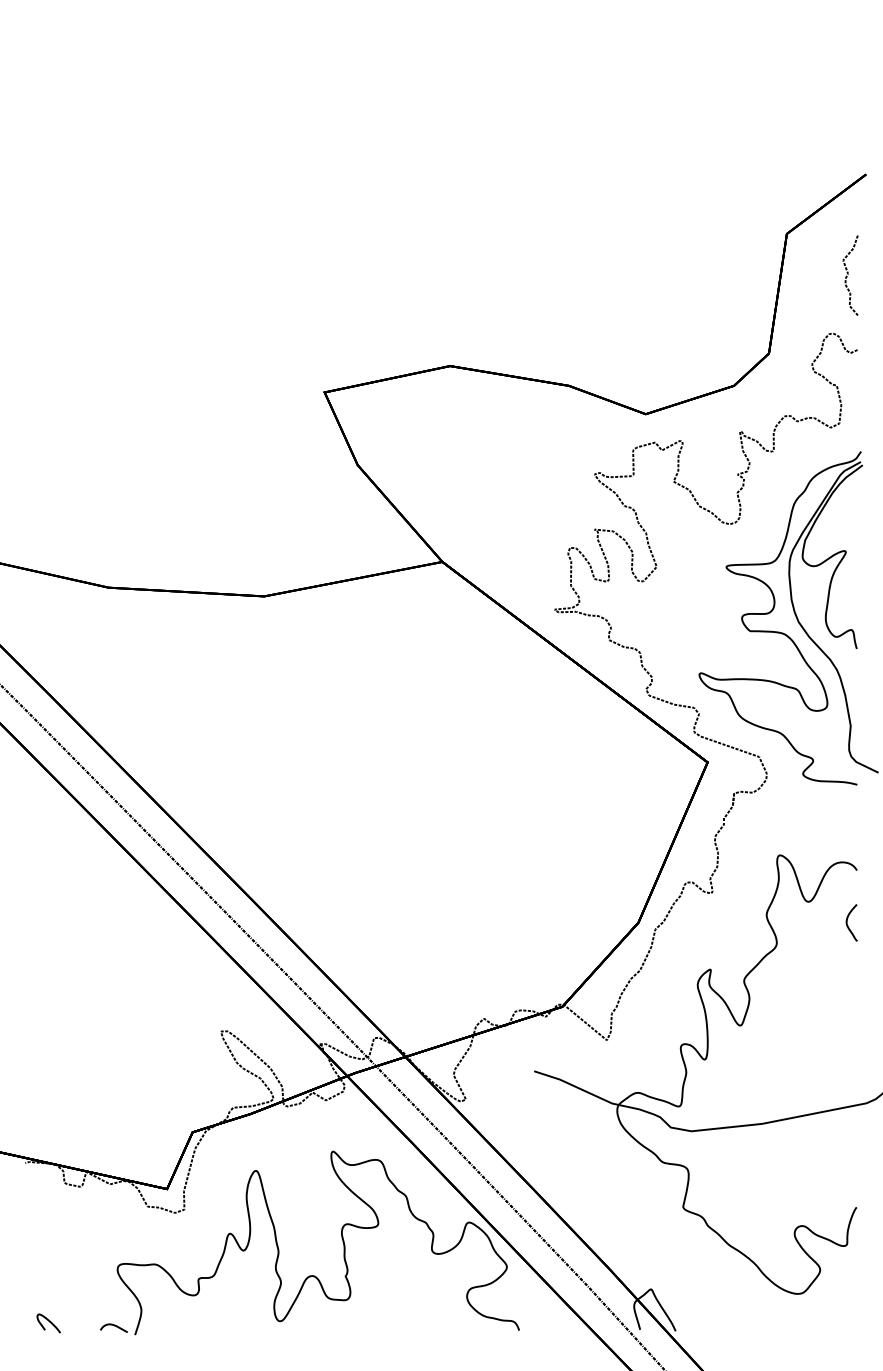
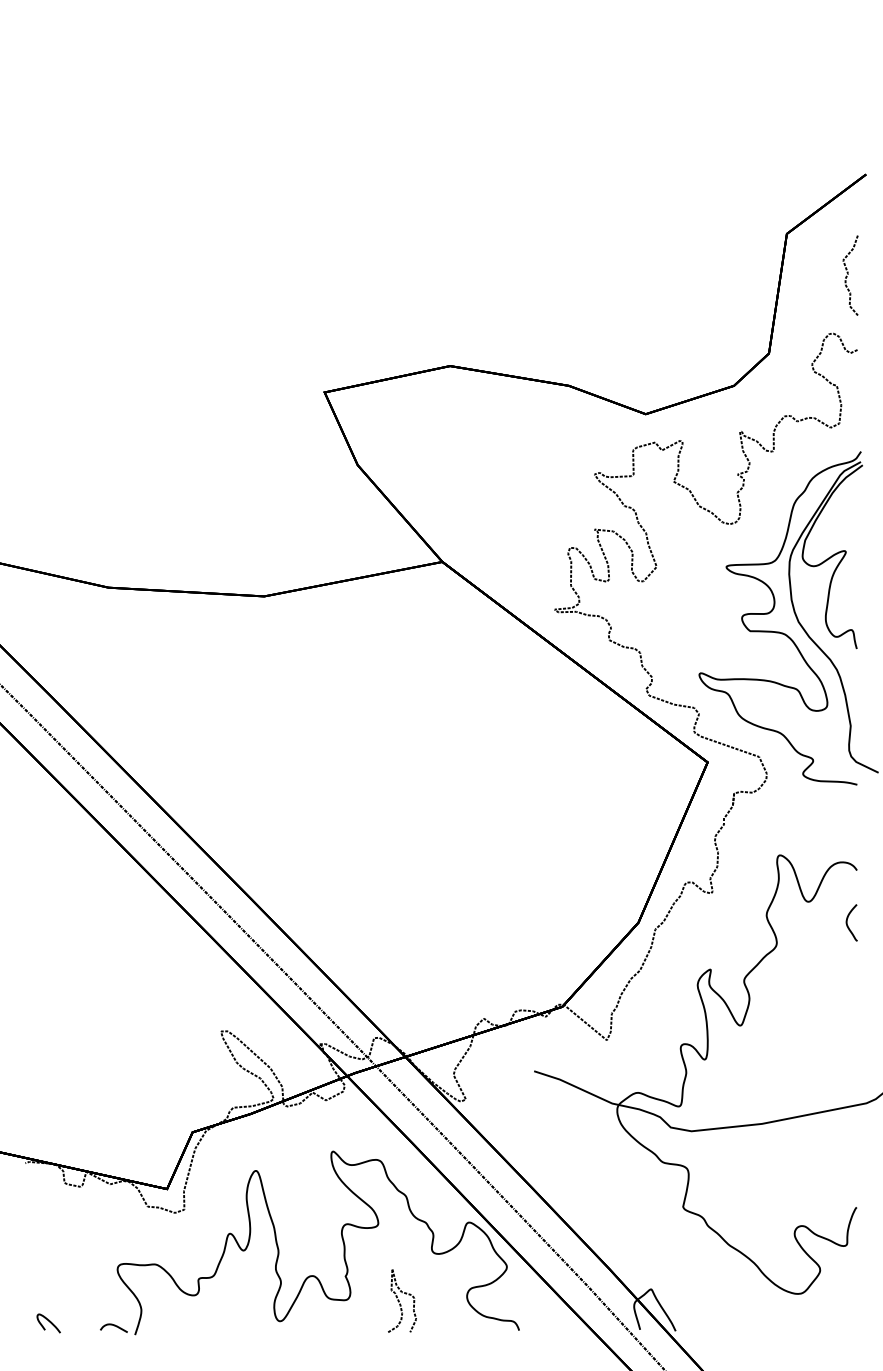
curve at (399, 1300): none -> present
